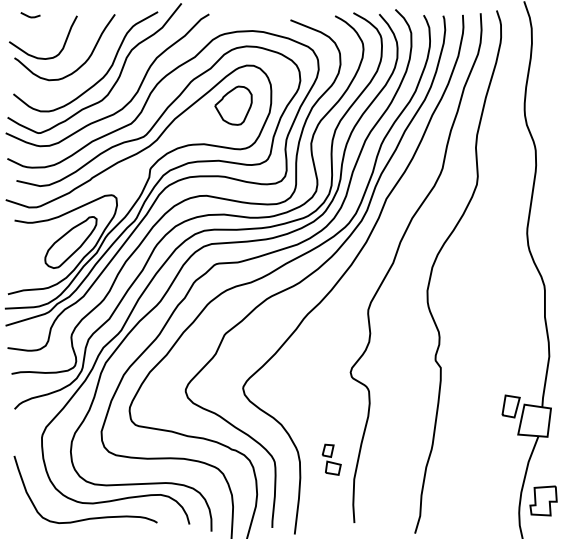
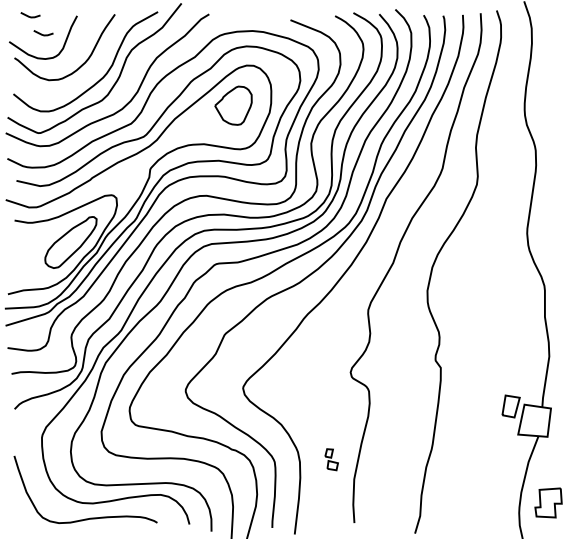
line at (43, 34): none -> present
part at (331, 459) size: 21x33 px -> 15x24 px
part at (543, 500) position: (543, 500) -> (548, 502)
